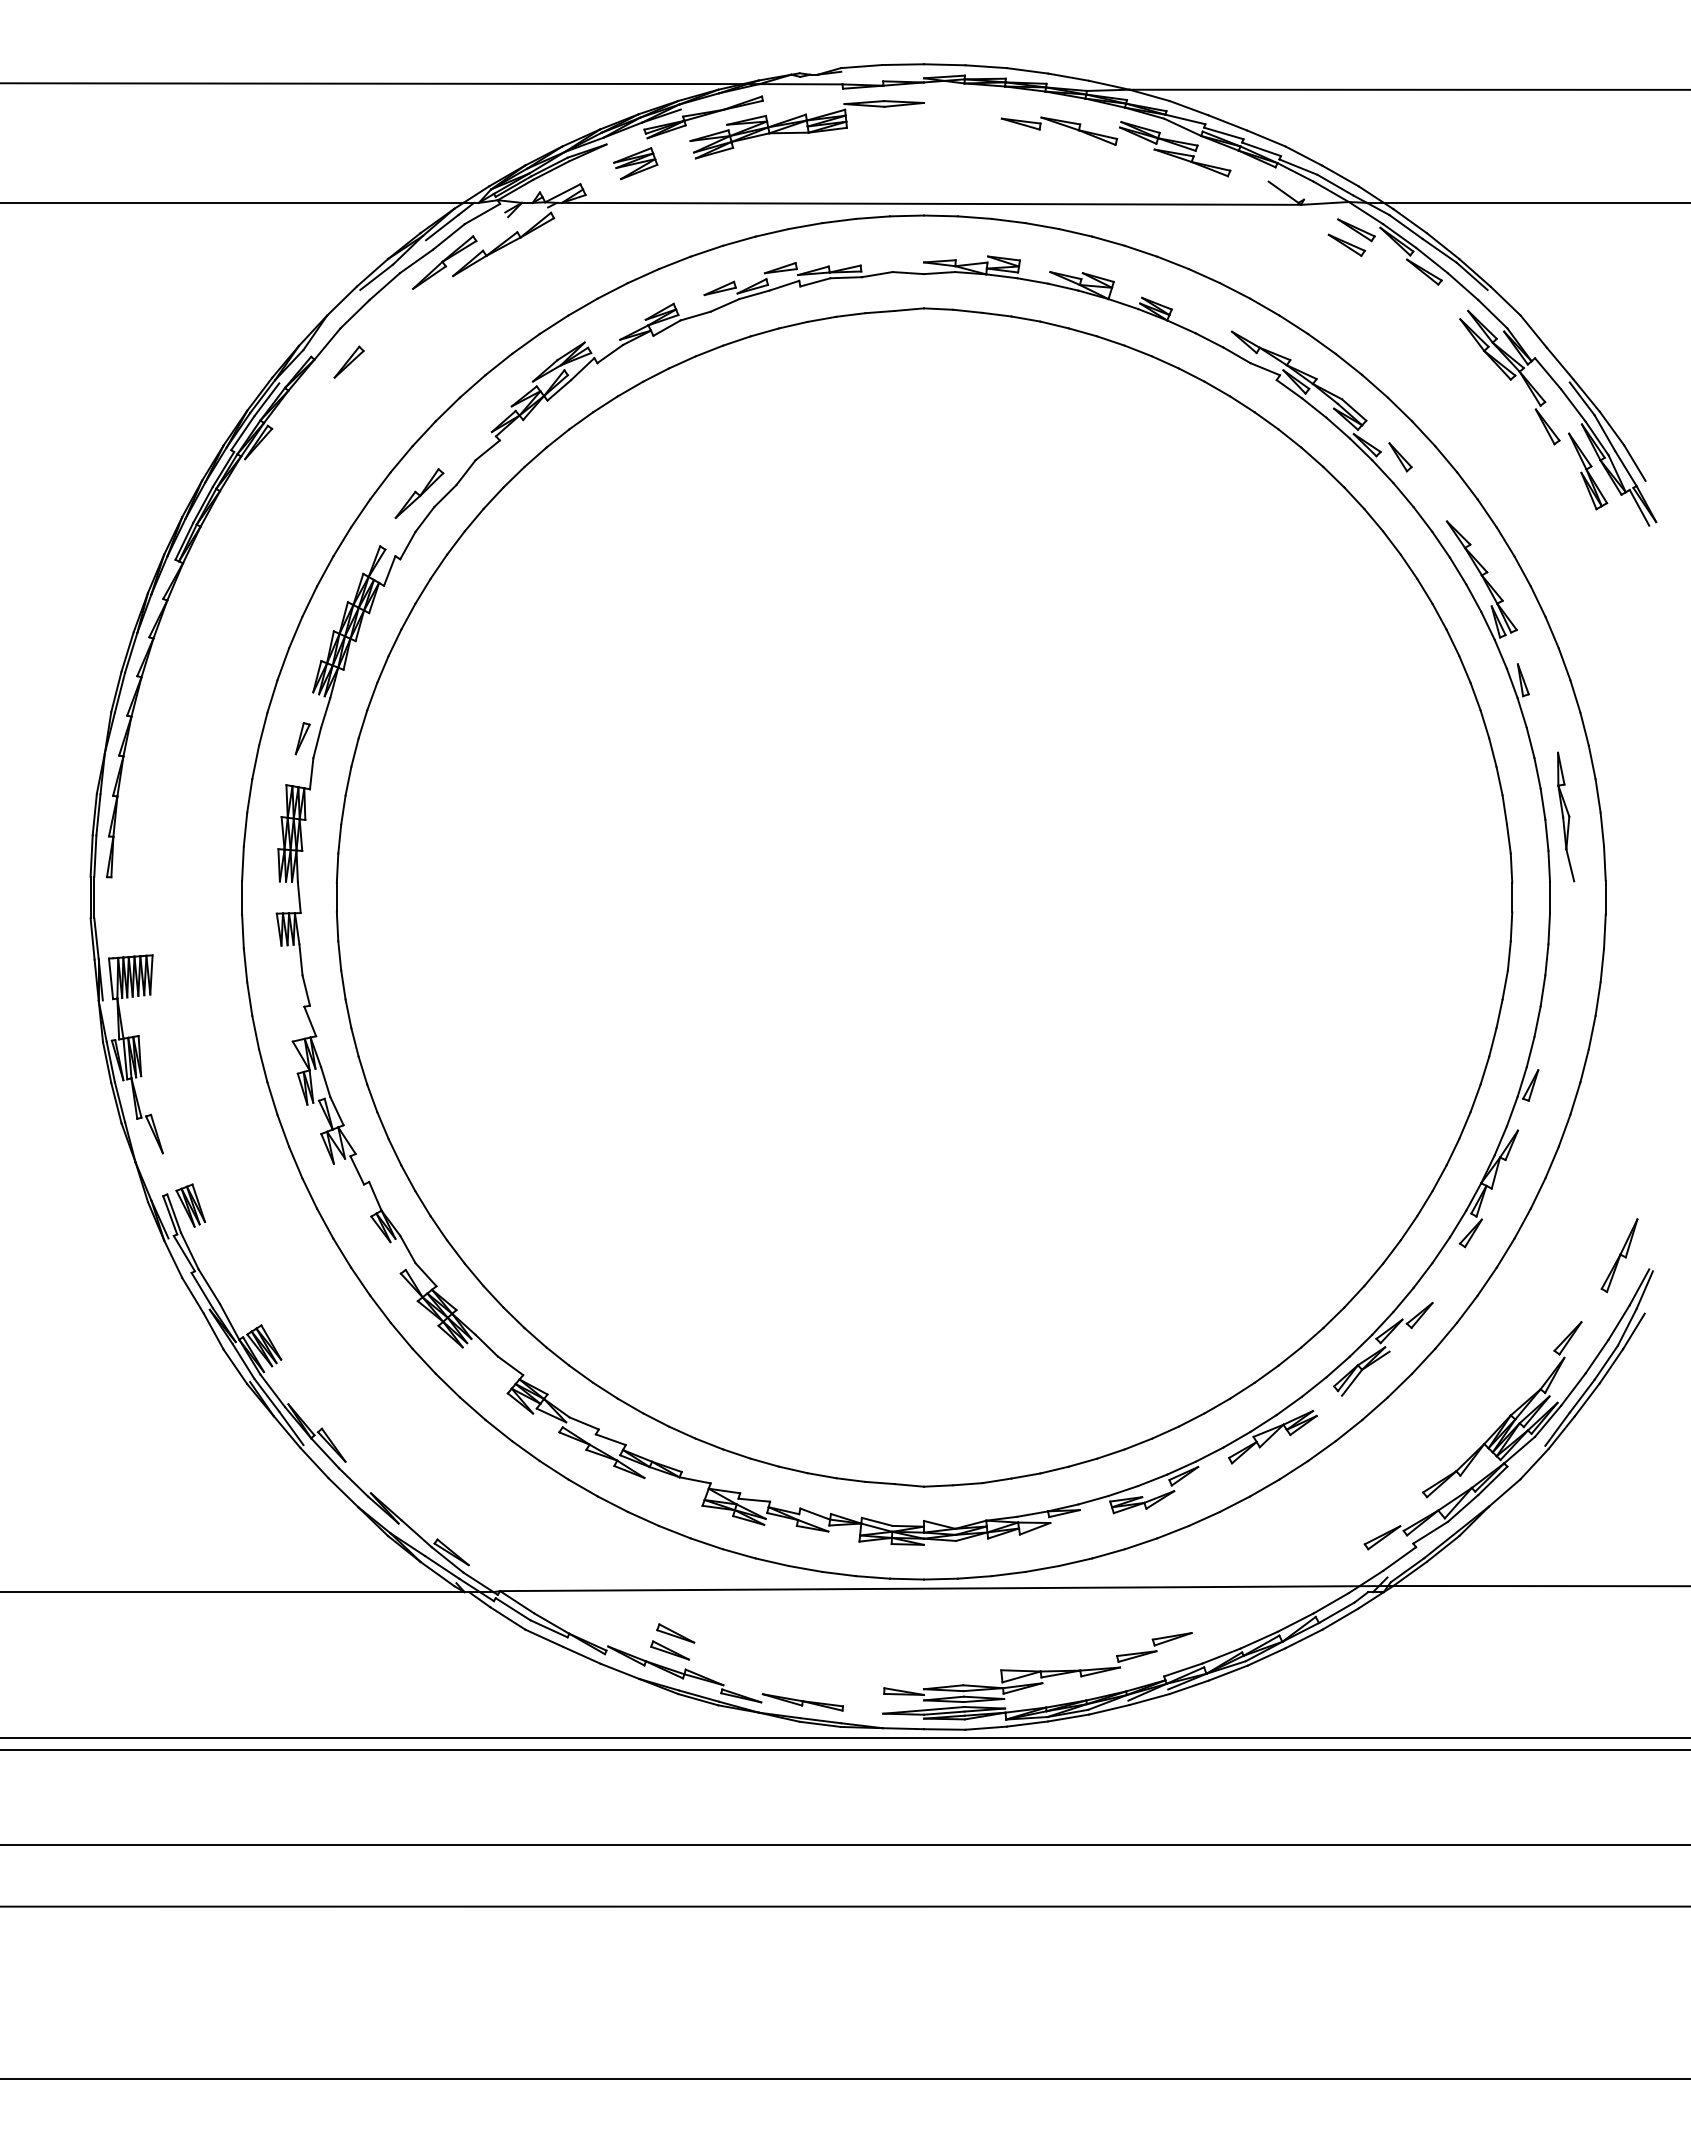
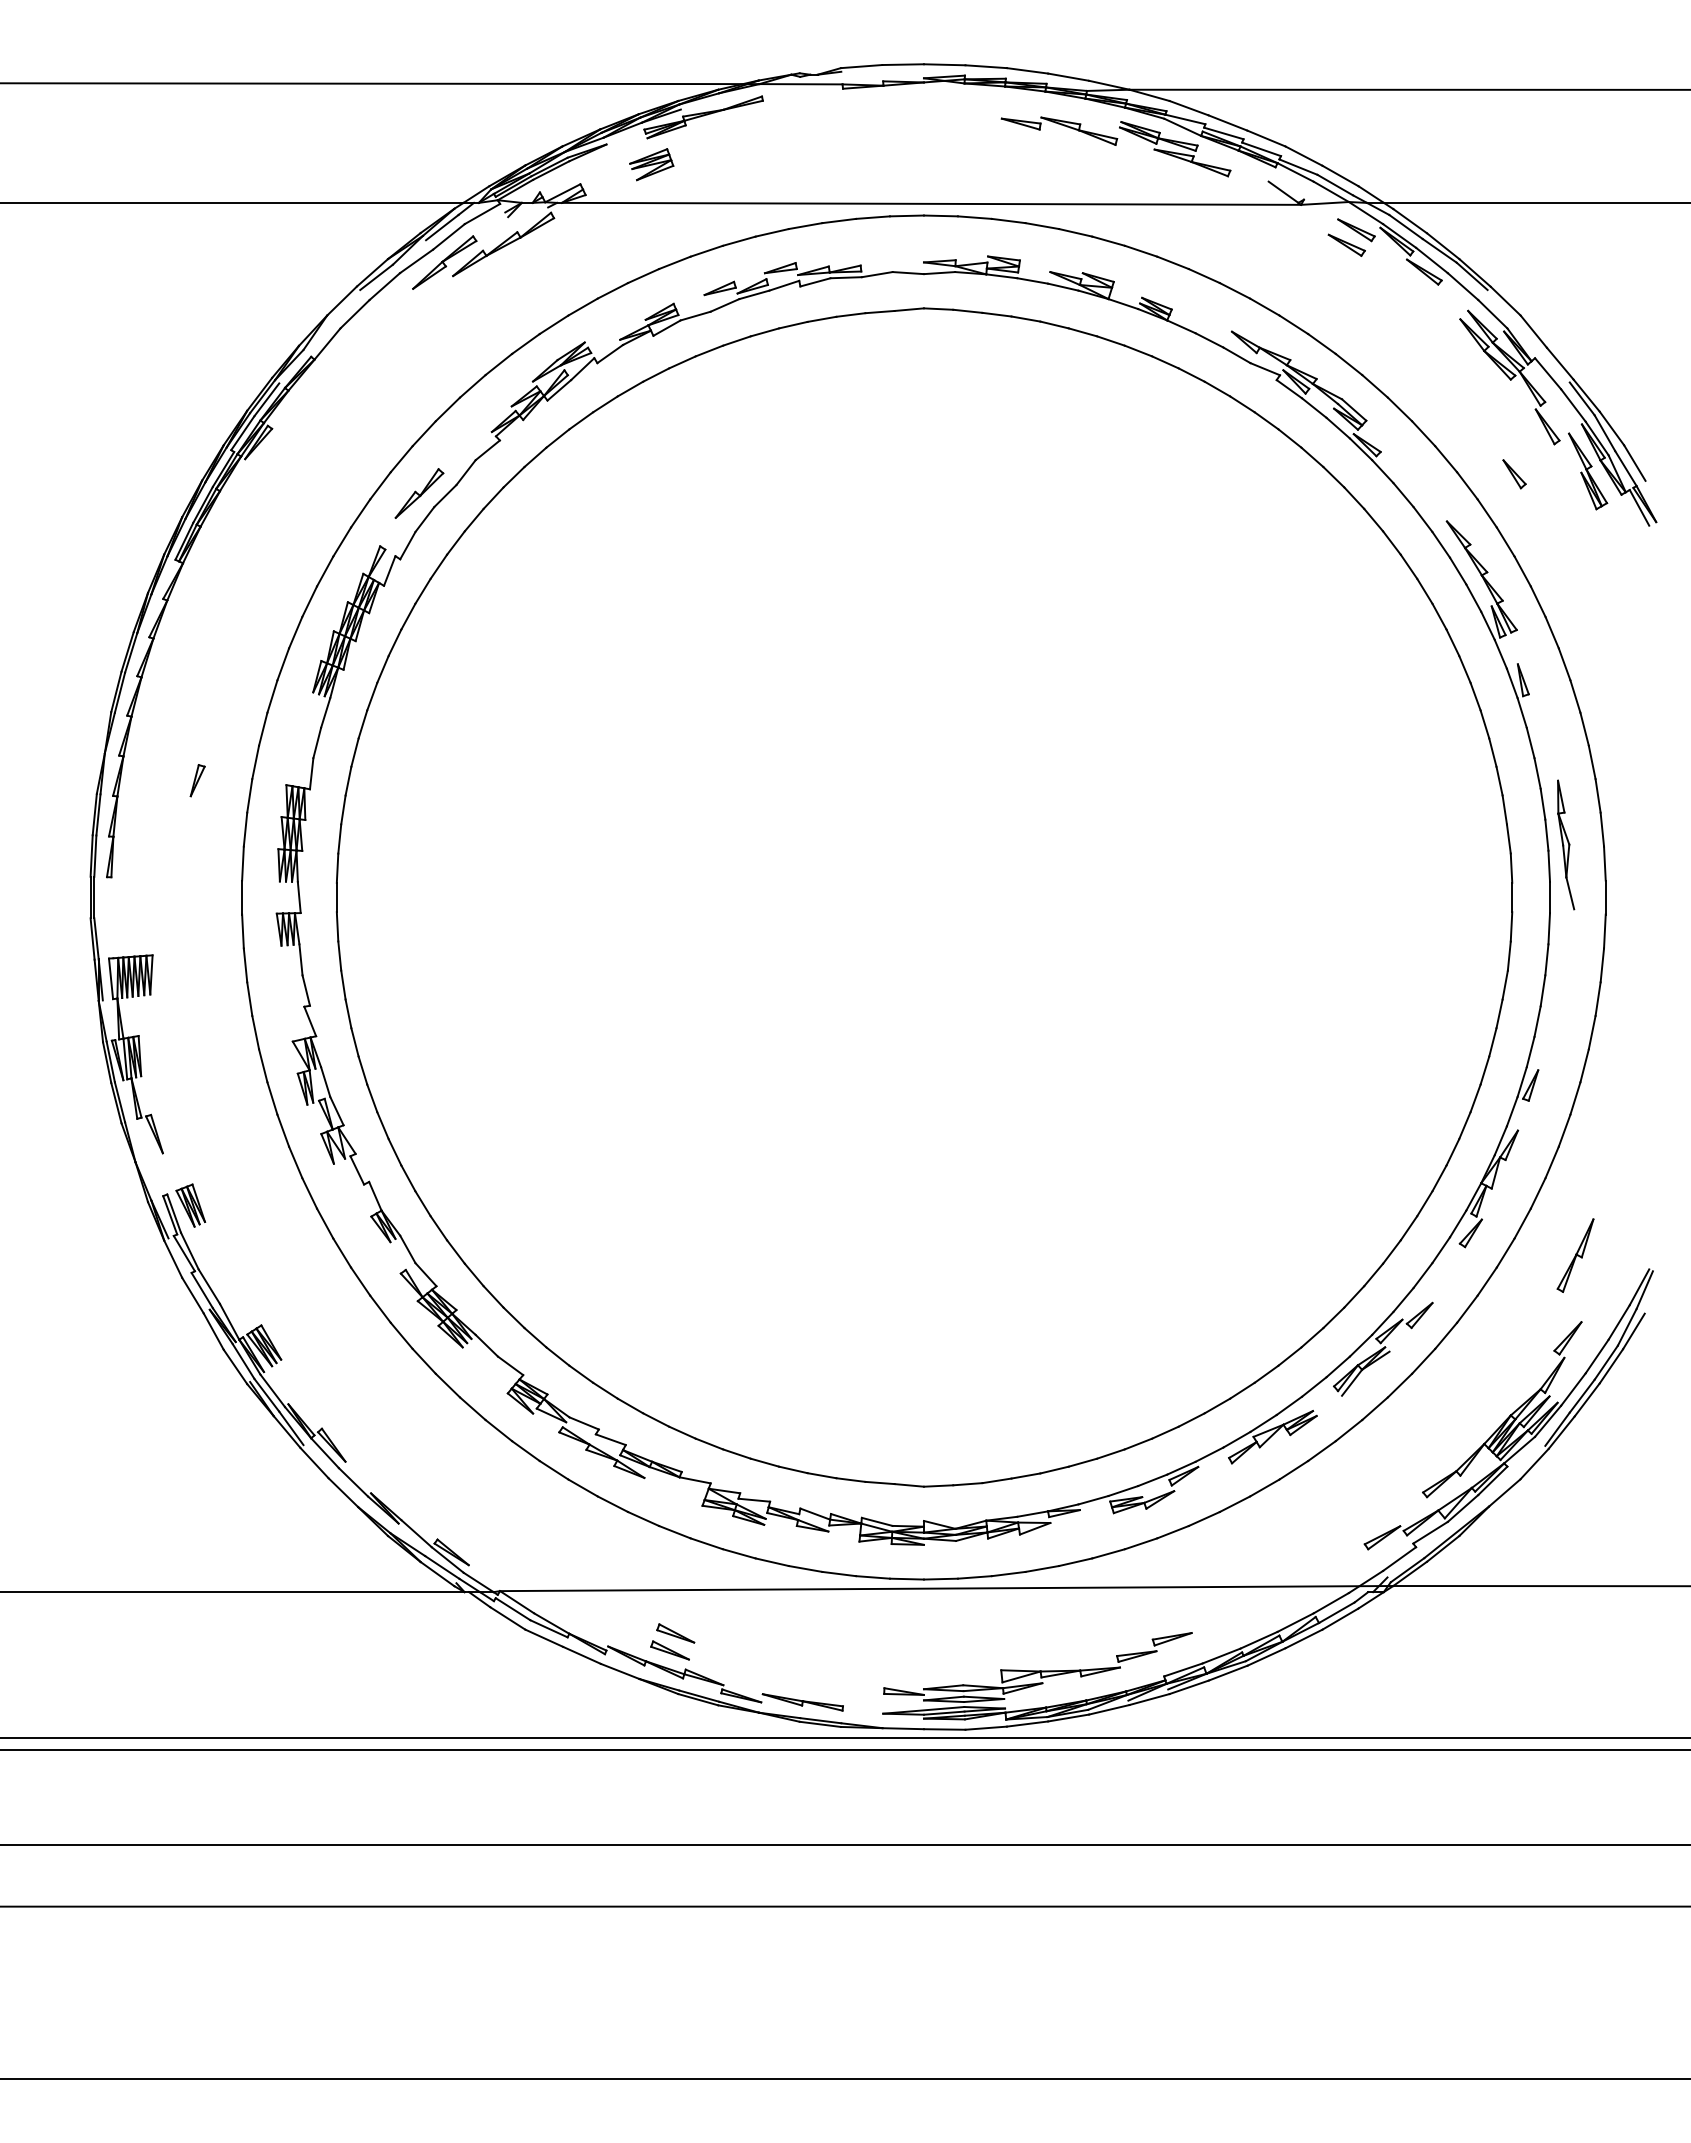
part at (806, 129): present -> none
part at (635, 163) position: (635, 163) -> (651, 164)
part at (348, 361): present -> none
part at (1400, 457) position: (1400, 457) -> (1514, 474)
part at (302, 738) position: (302, 738) -> (197, 780)
part at (1566, 816) position: (1566, 816) -> (1566, 844)
part at (1619, 1255) position: (1619, 1255) -> (1575, 1255)
